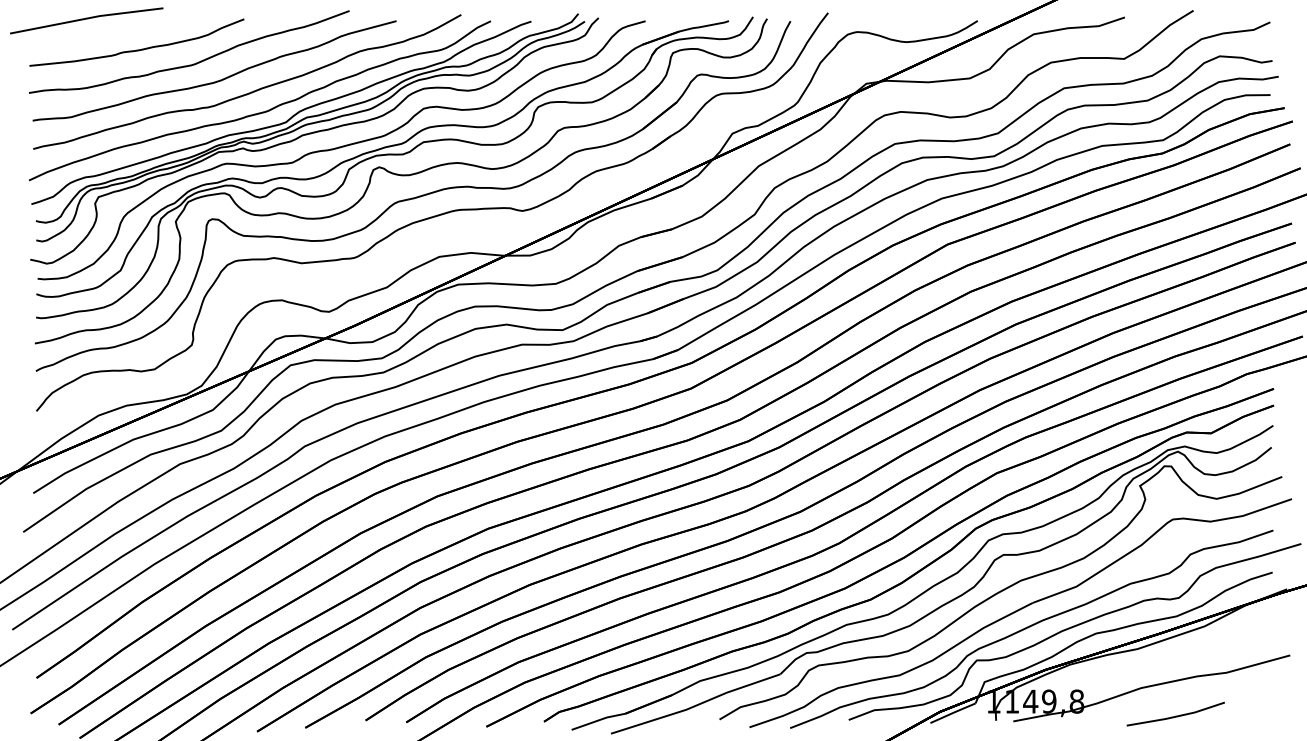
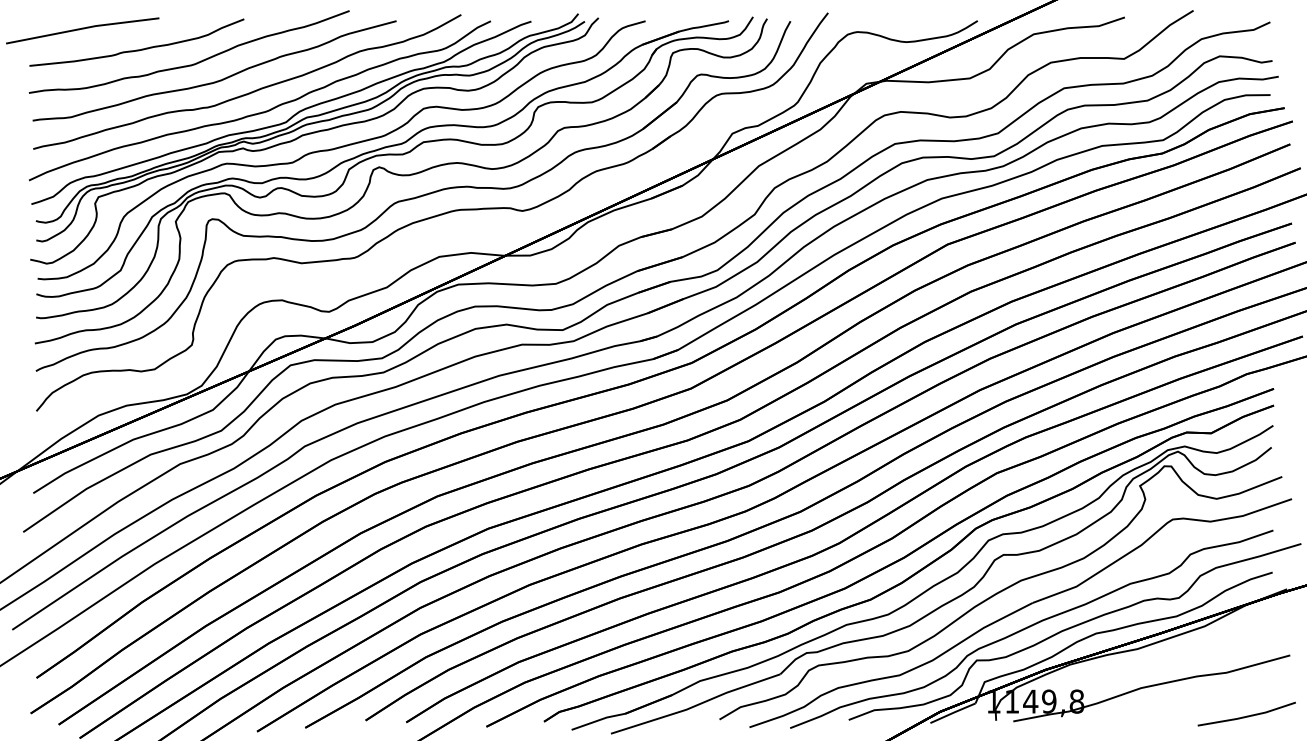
line at (86, 19) position: (86, 19) -> (82, 29)
line at (1175, 715) position: (1175, 715) -> (1246, 715)
